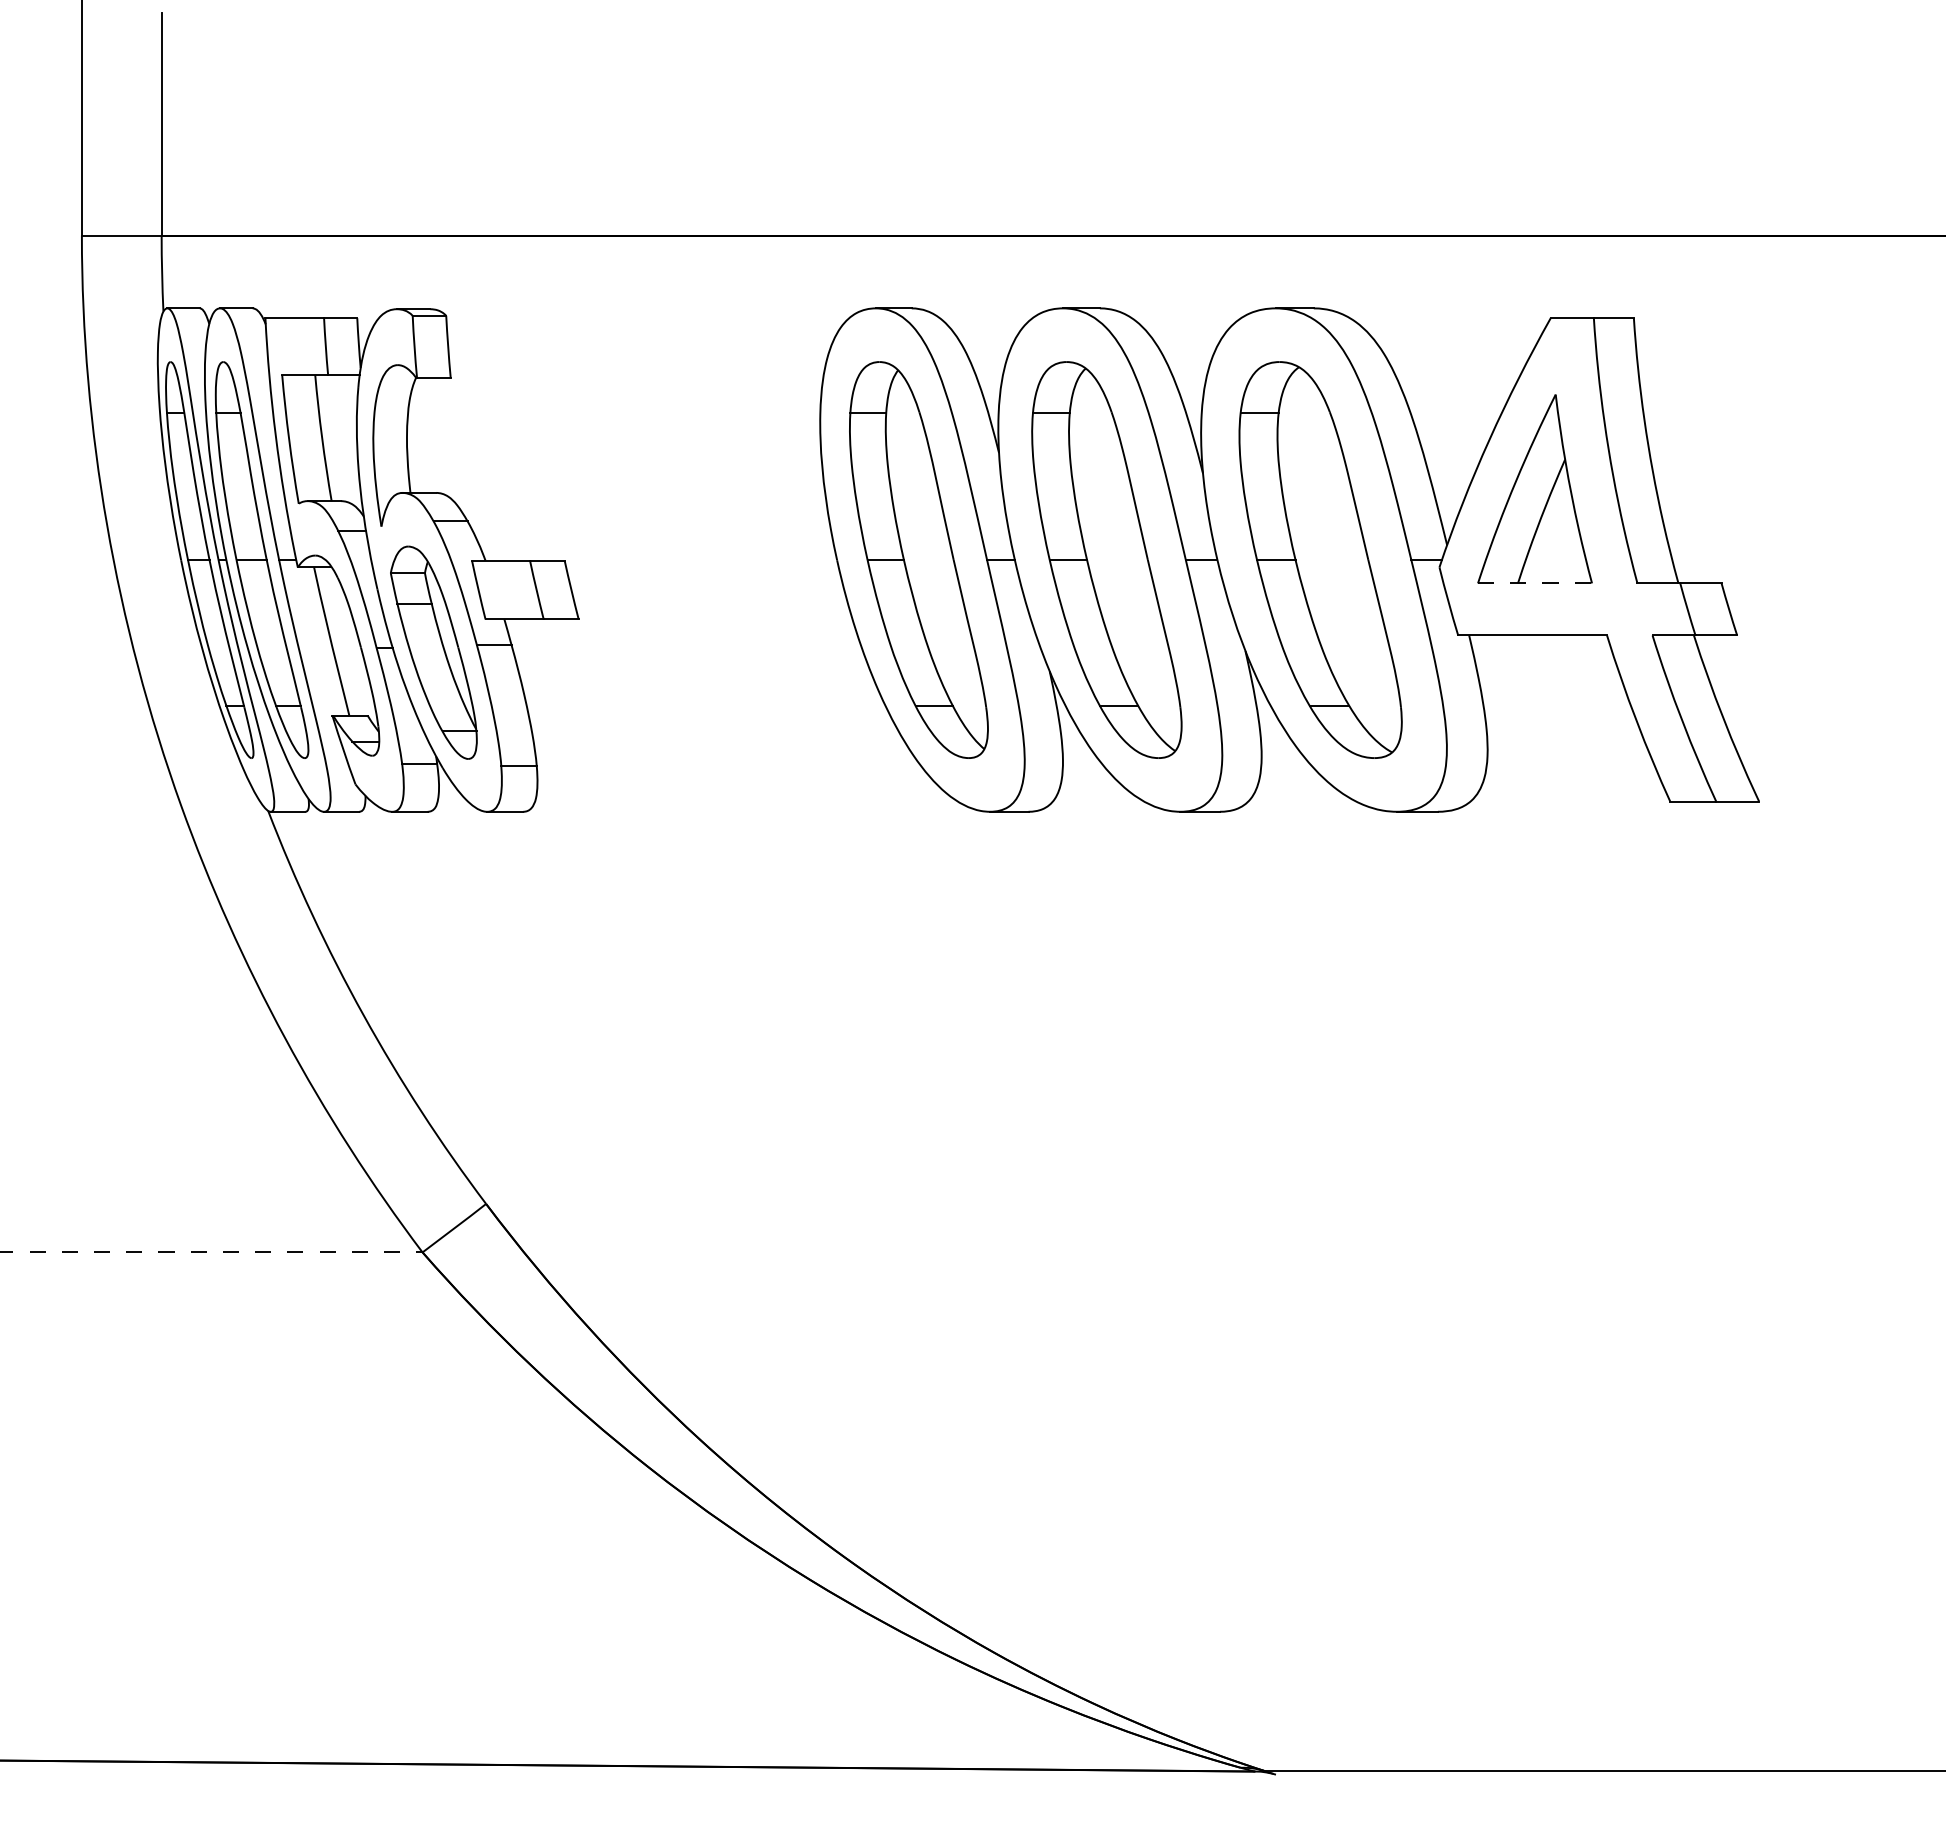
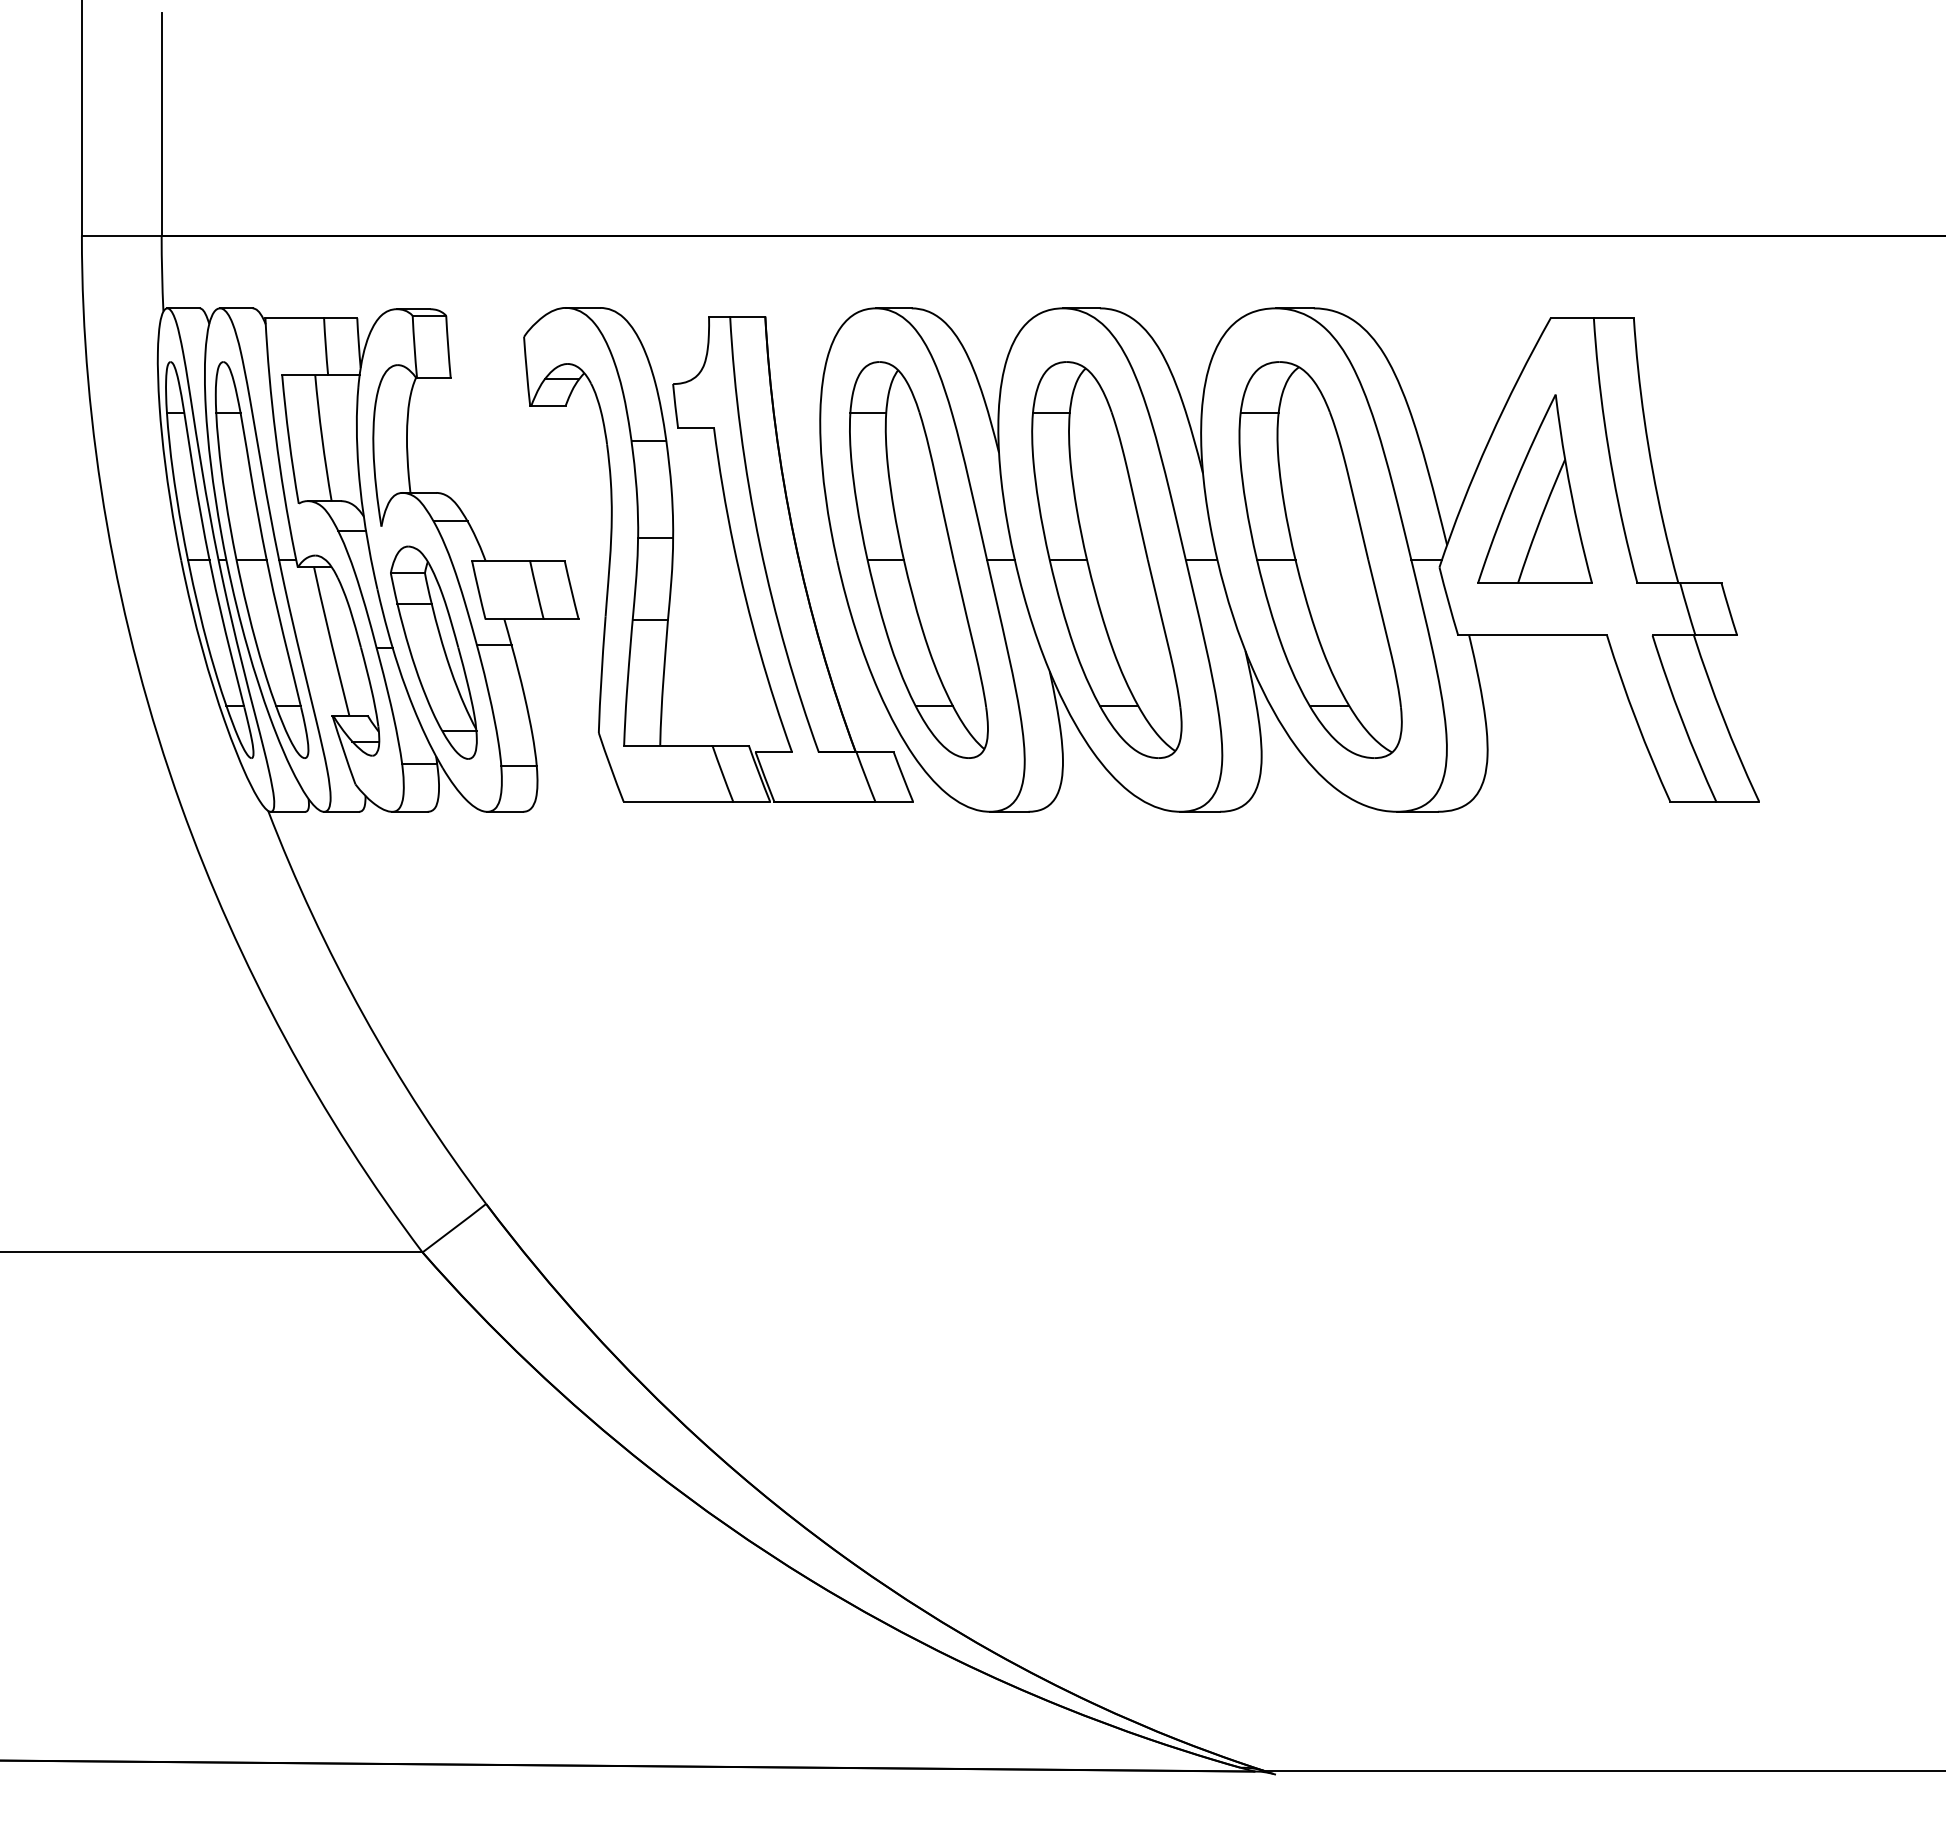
part at (733, 550): none -> present
line at (1535, 583): dashed -> solid
line at (211, 1252): dashed -> solid
